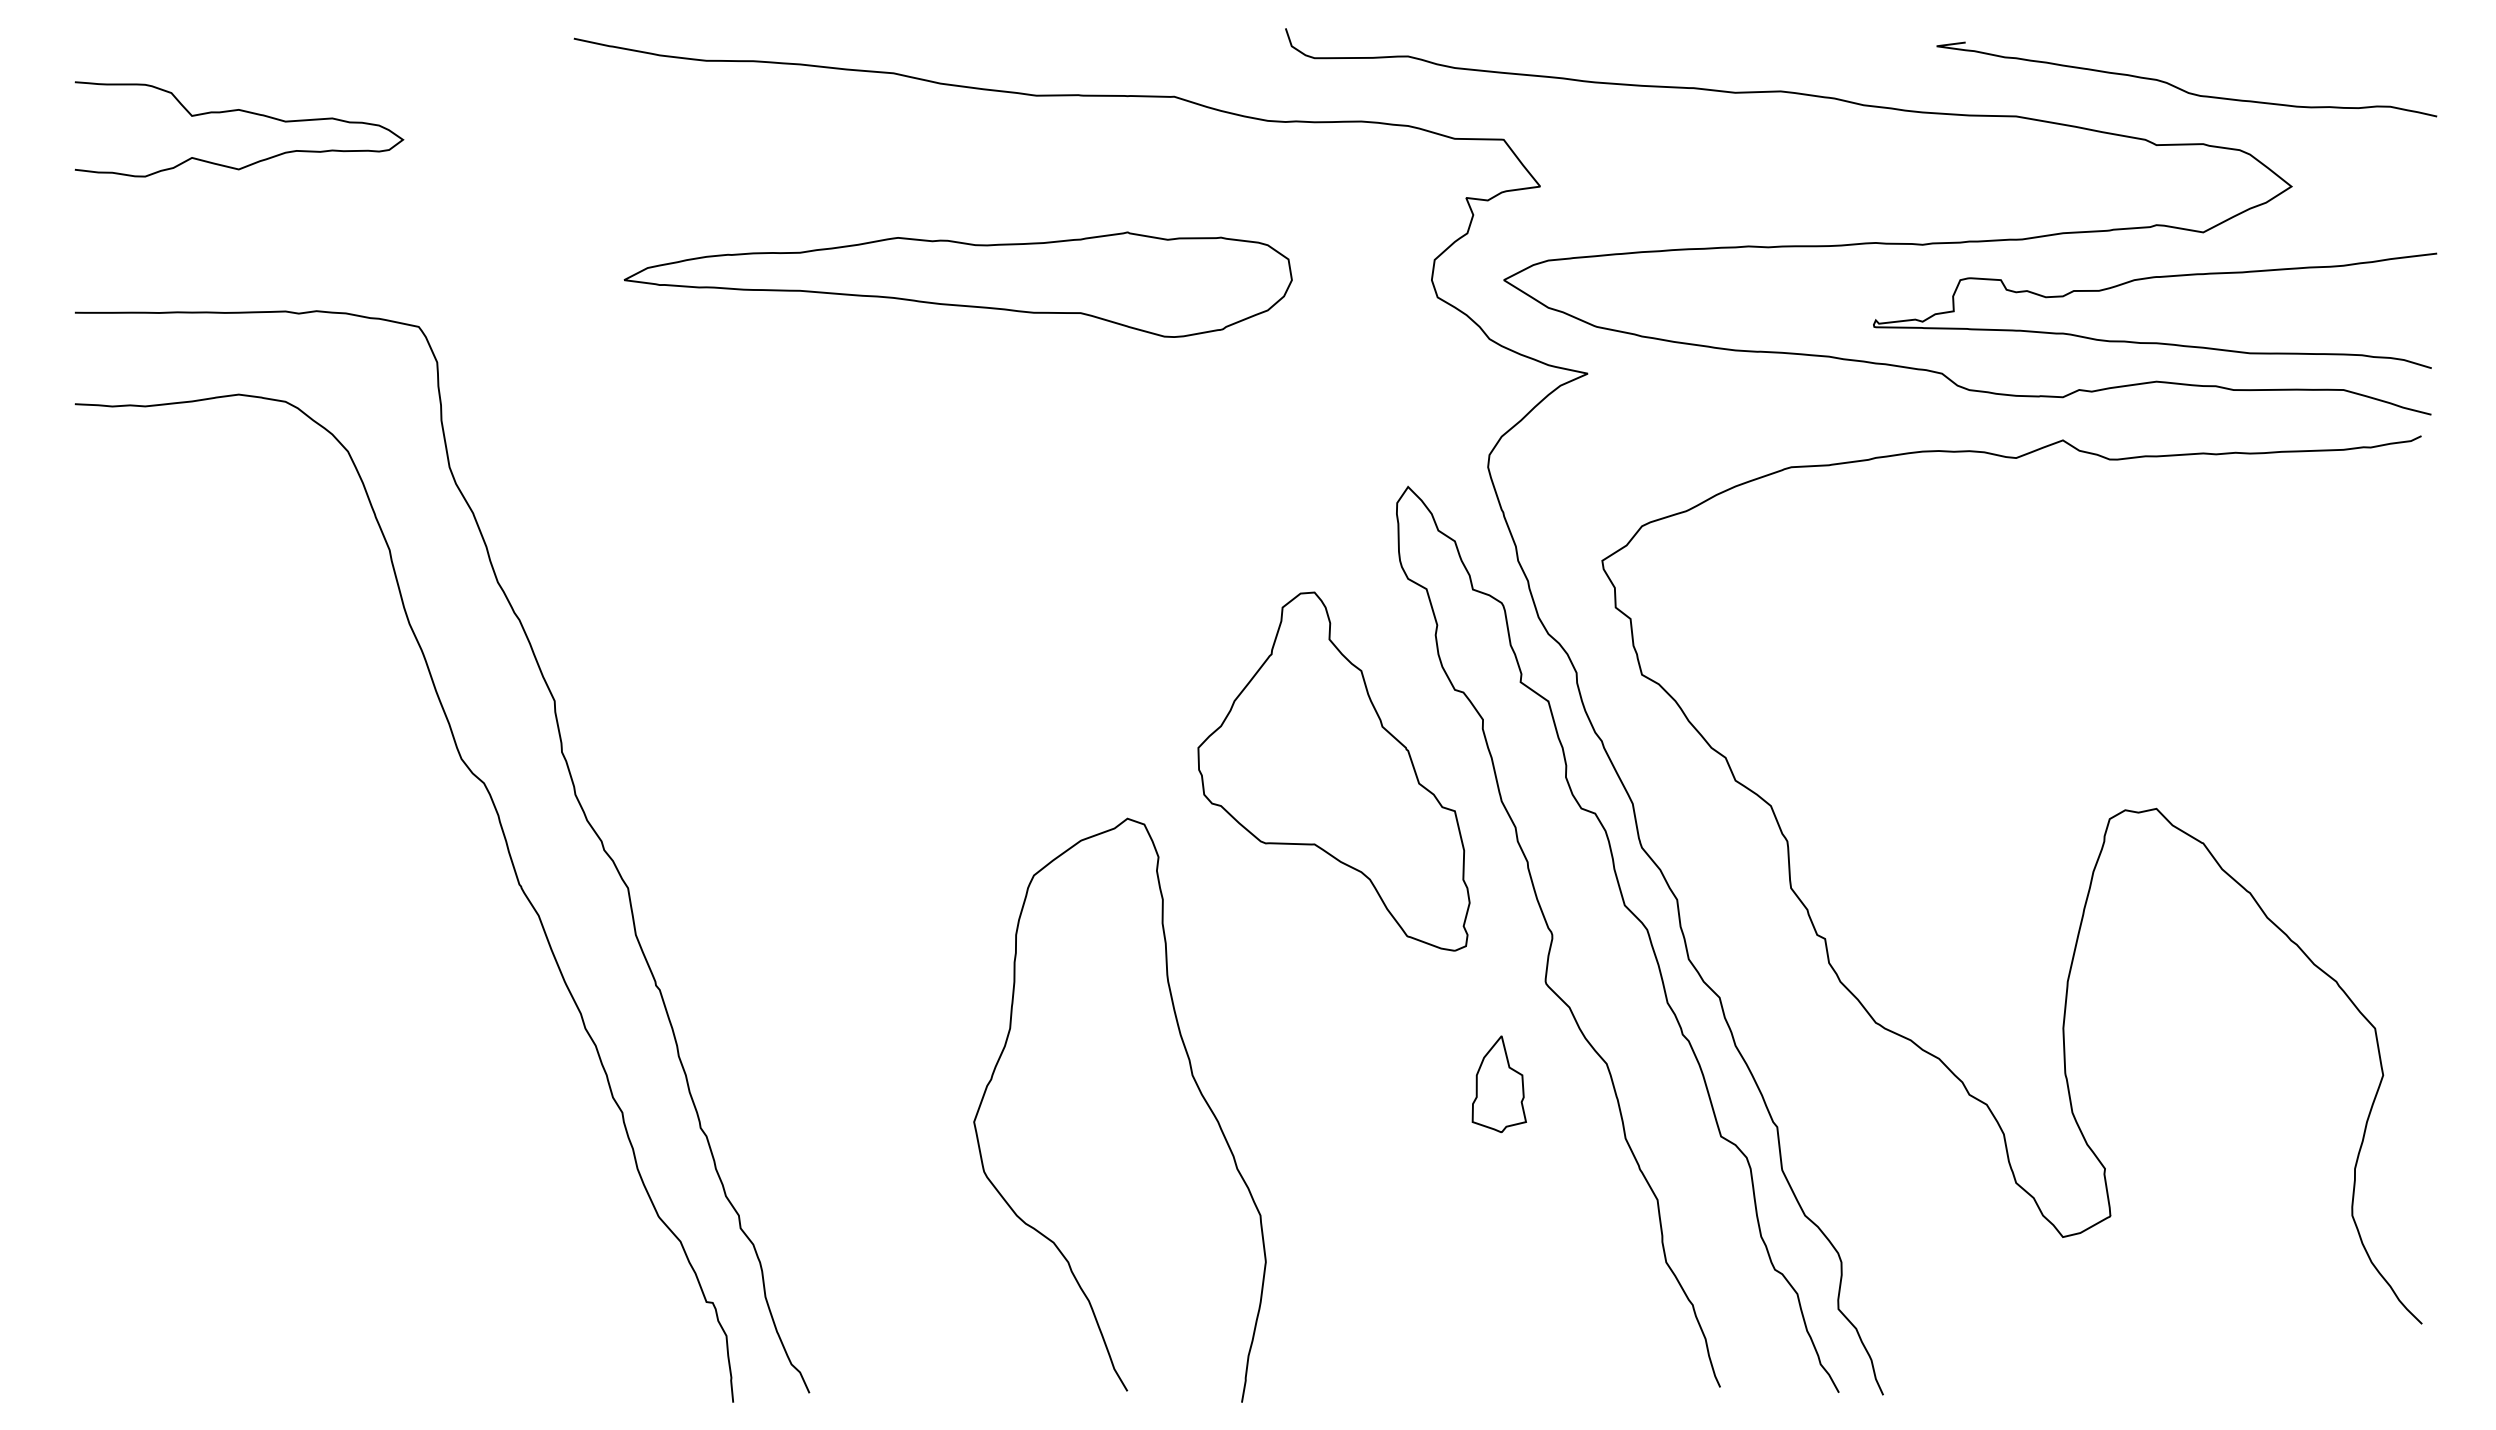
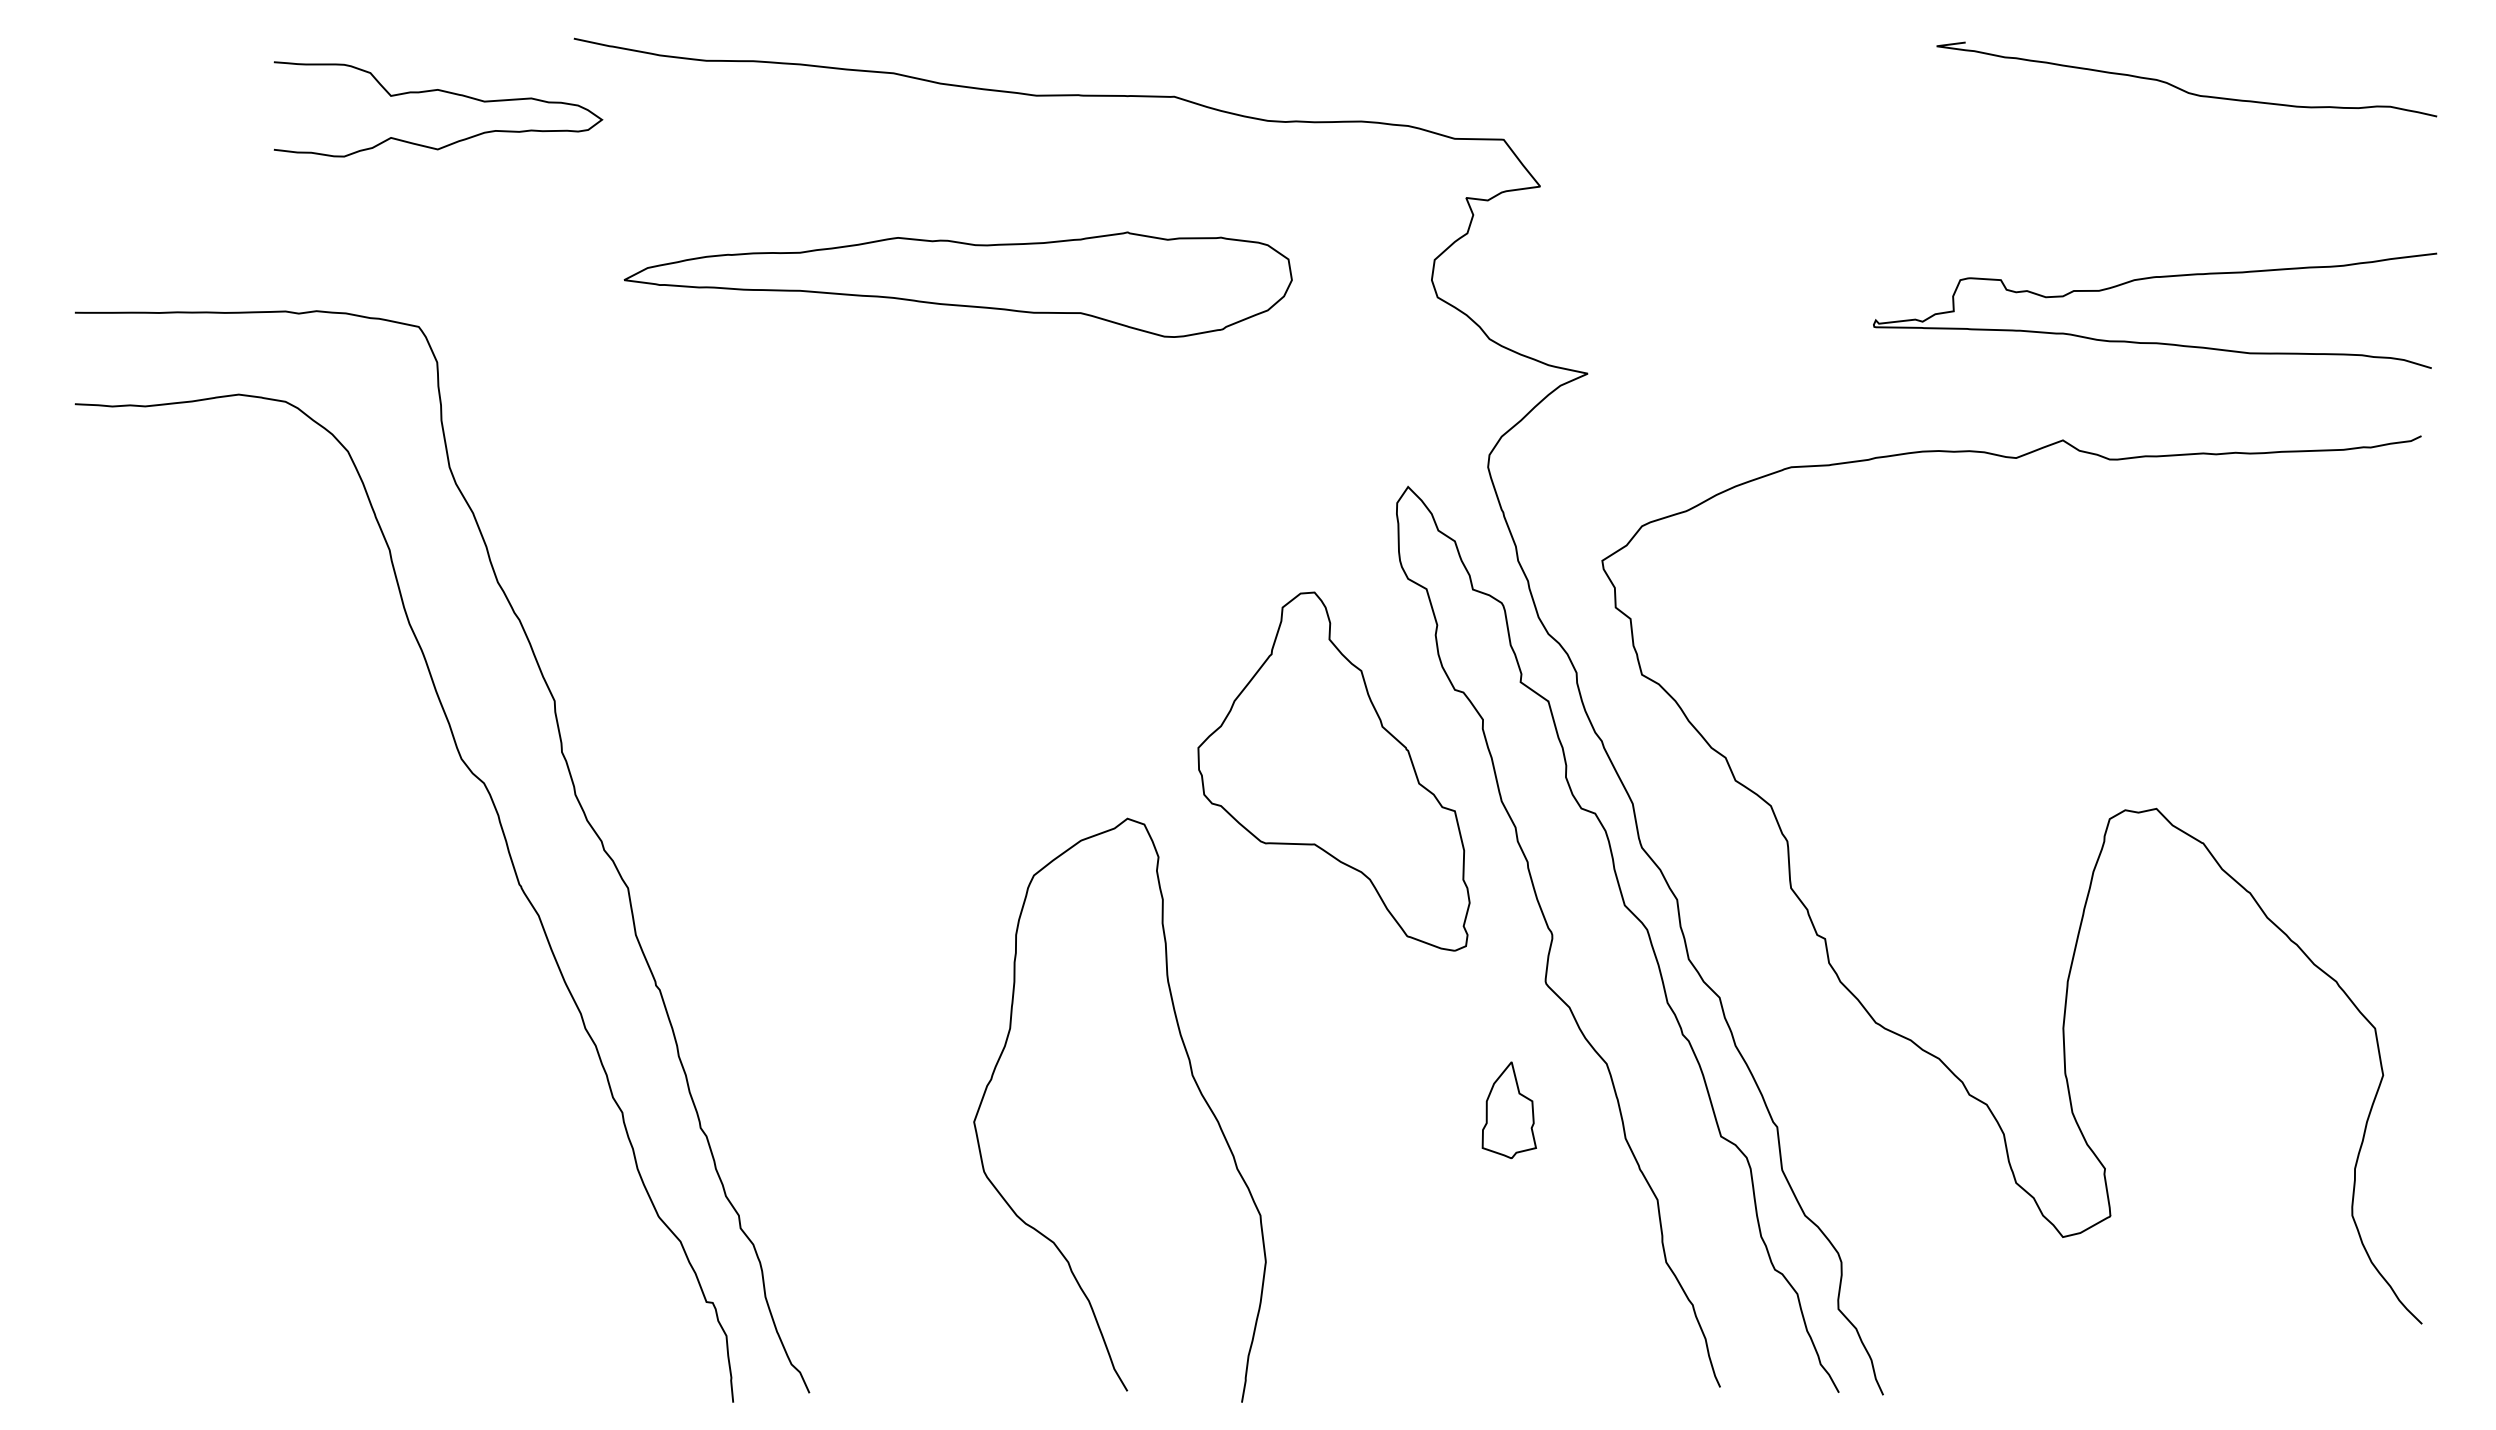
curve at (244, 112) position: (244, 112) -> (443, 92)
curve at (1861, 242): present -> none
part at (1498, 1084) position: (1498, 1084) -> (1508, 1110)
